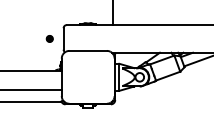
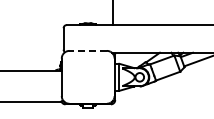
part at (49, 38): present -> none
line at (88, 50): solid -> dashed
line at (31, 90): present -> none
